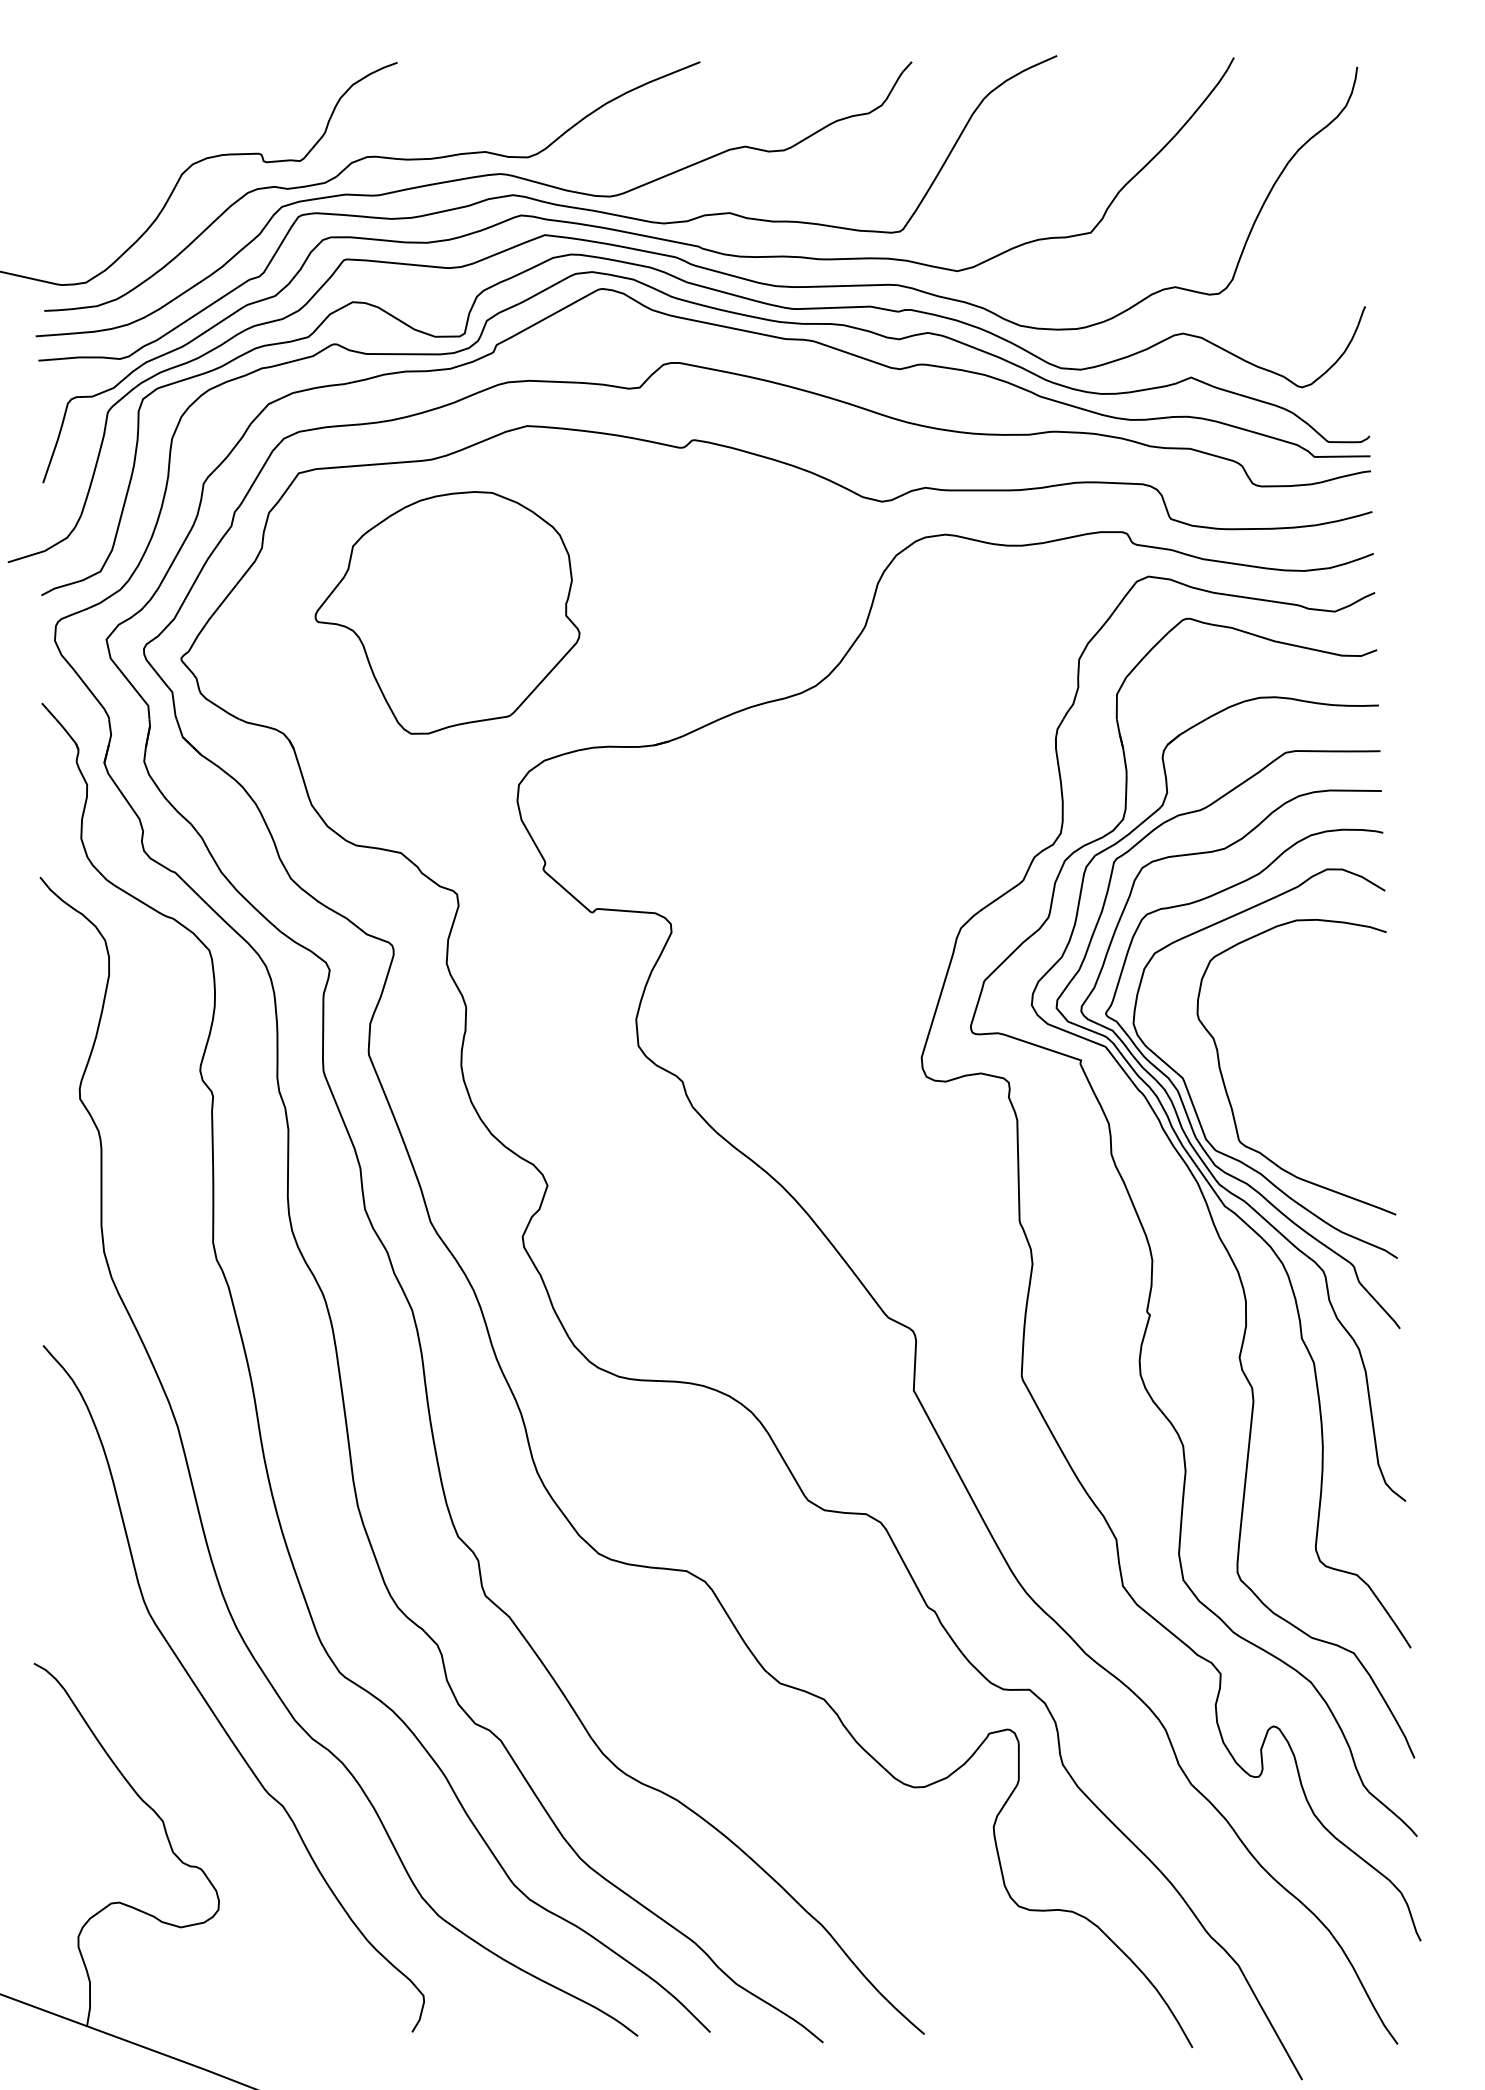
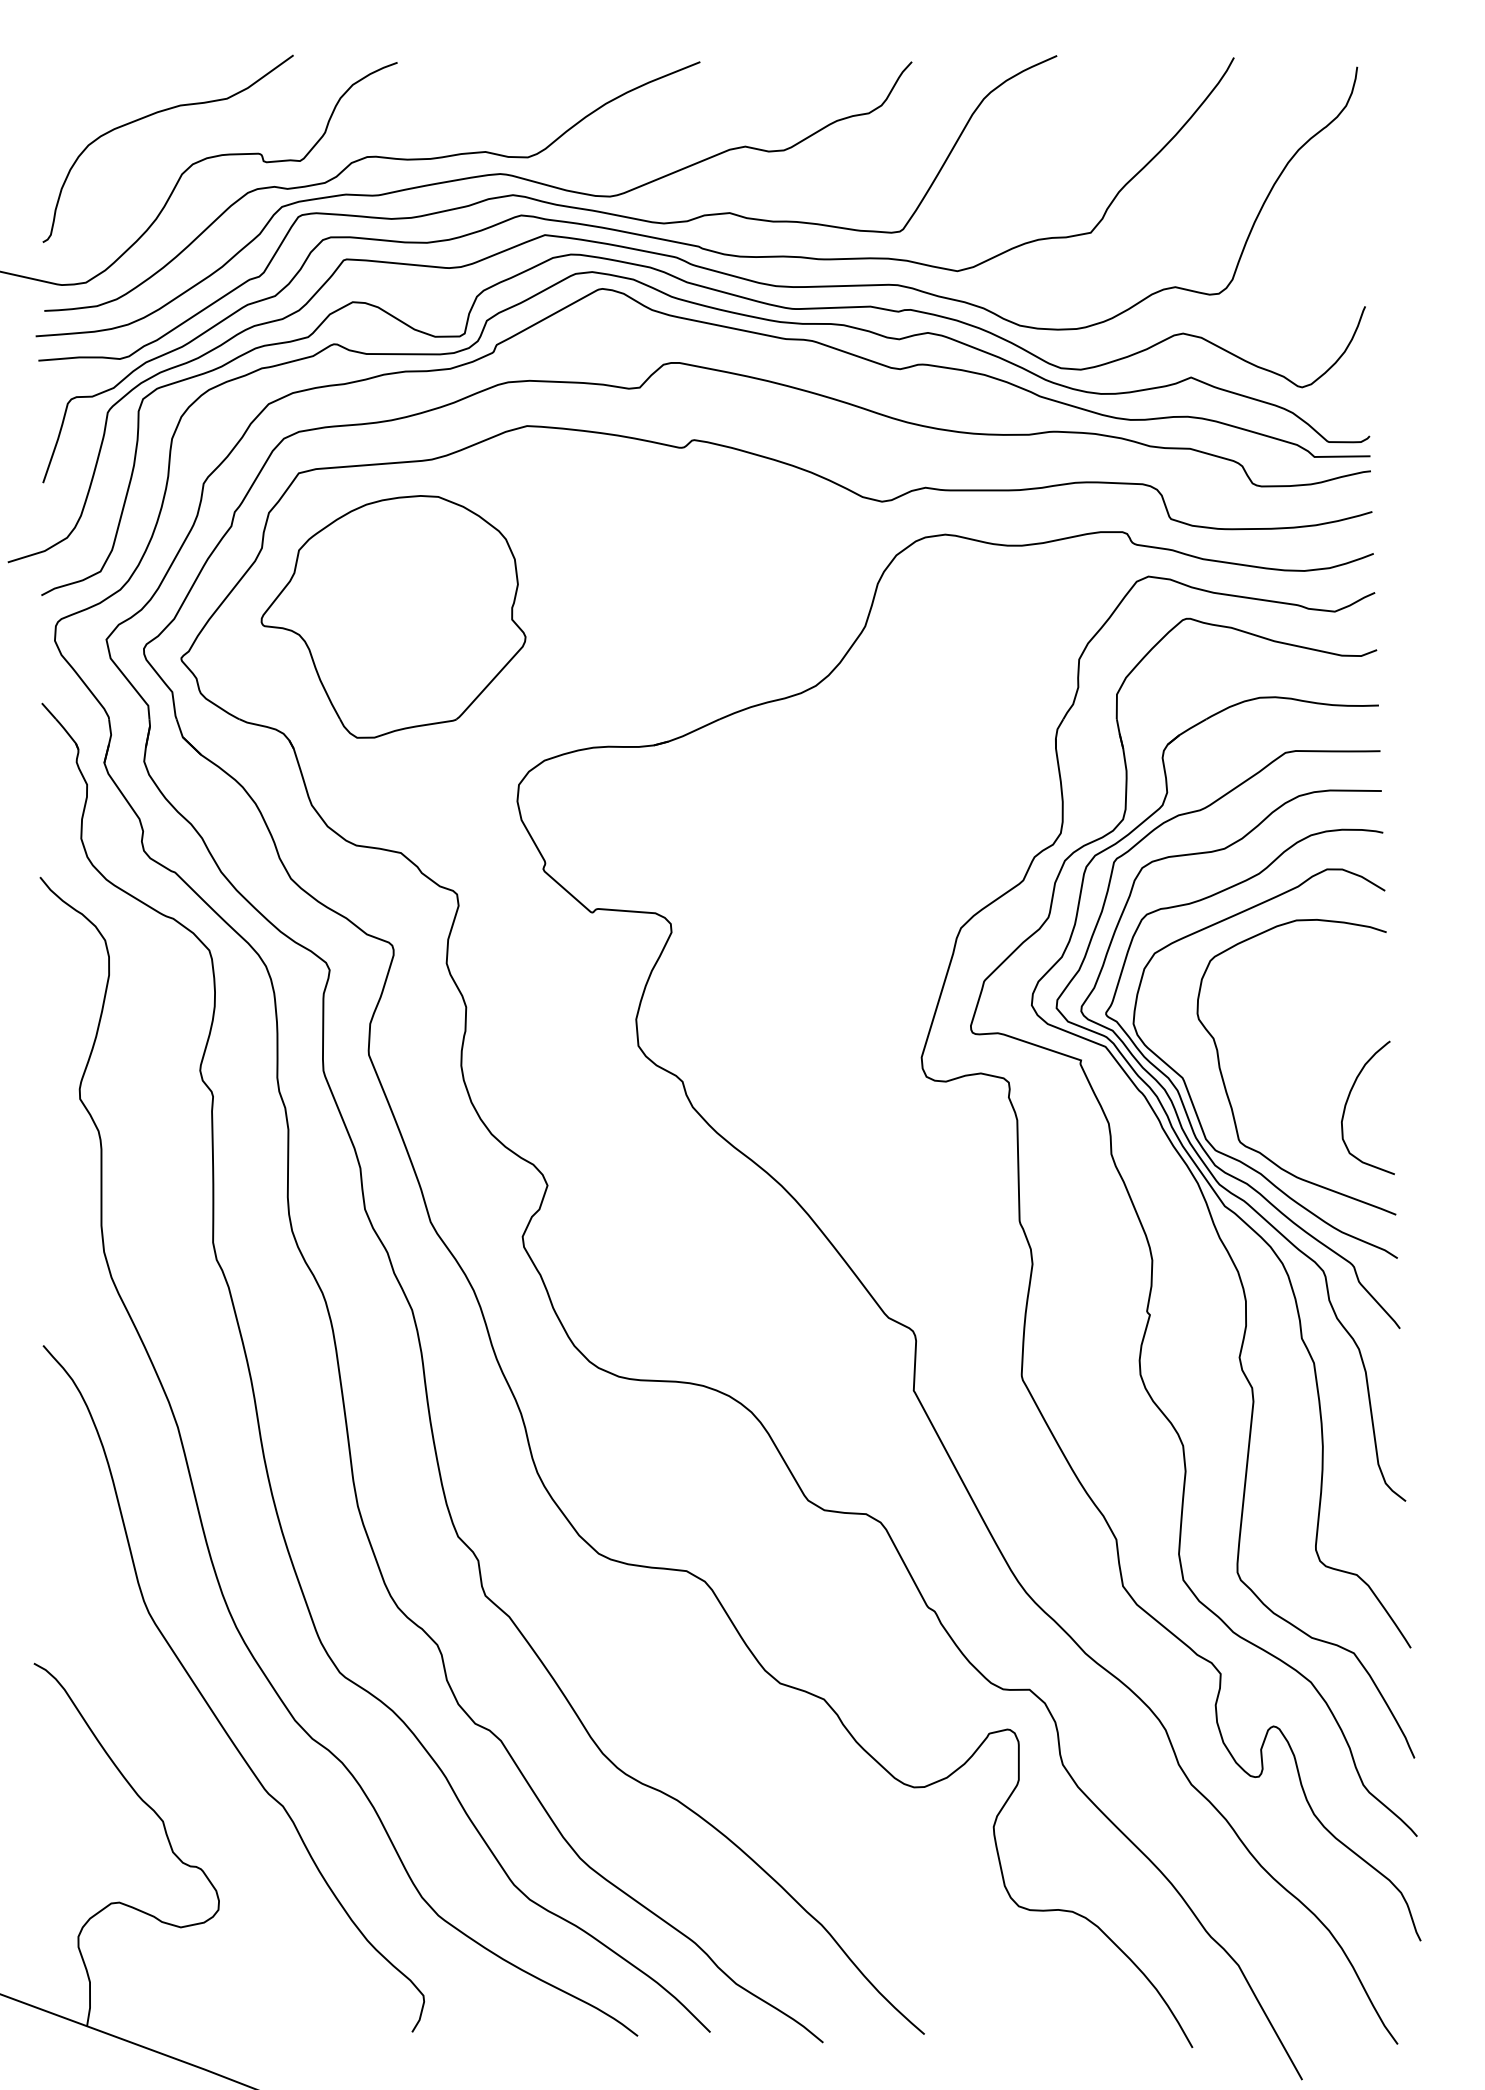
curve at (152, 115): none -> present
part at (447, 612) position: (447, 612) -> (393, 616)
curve at (1348, 1100): none -> present
